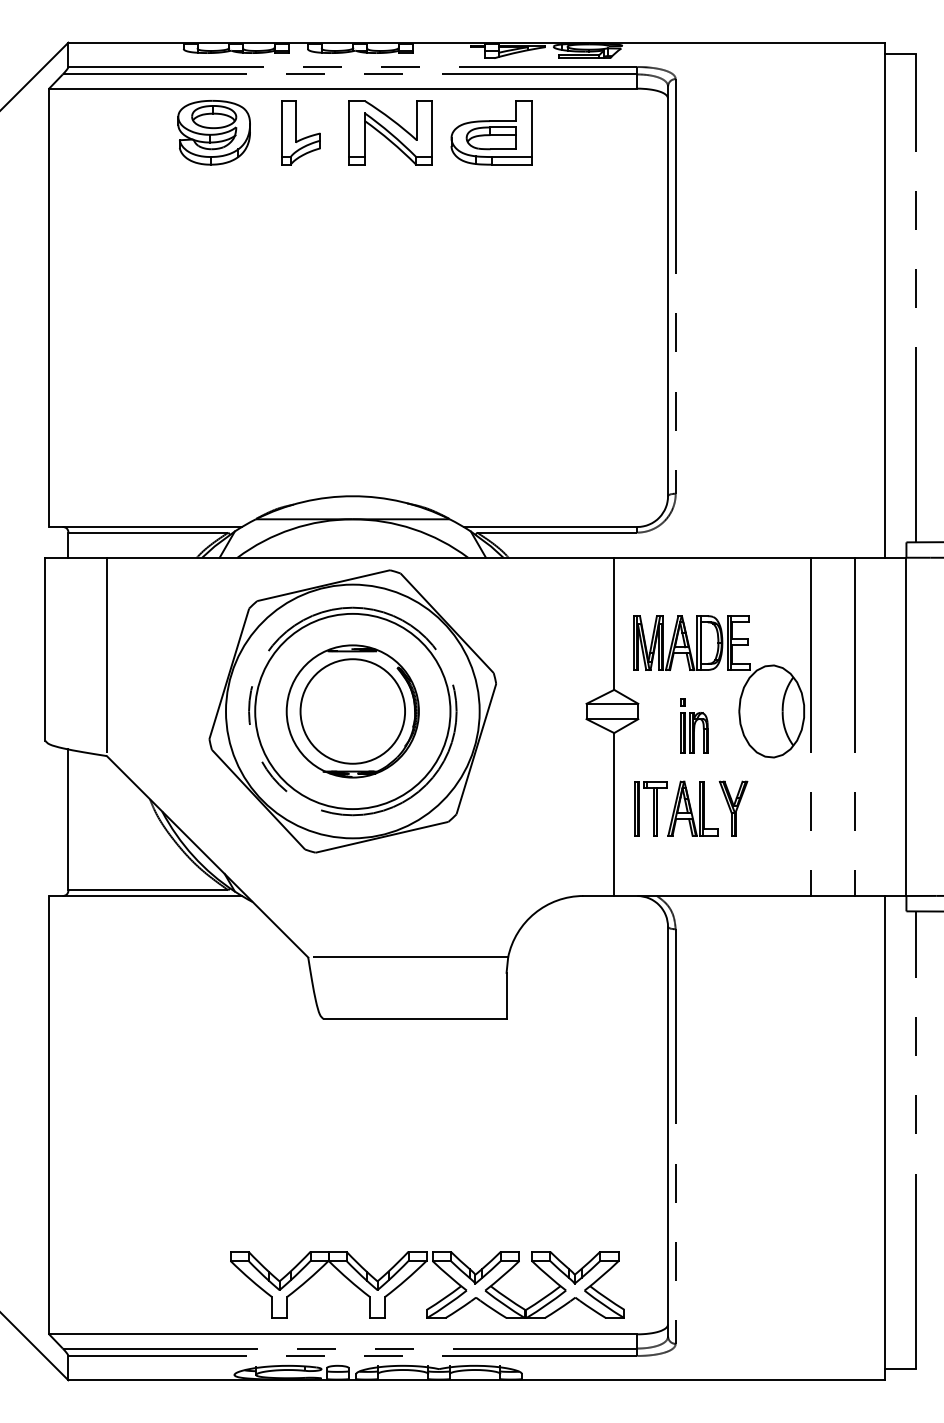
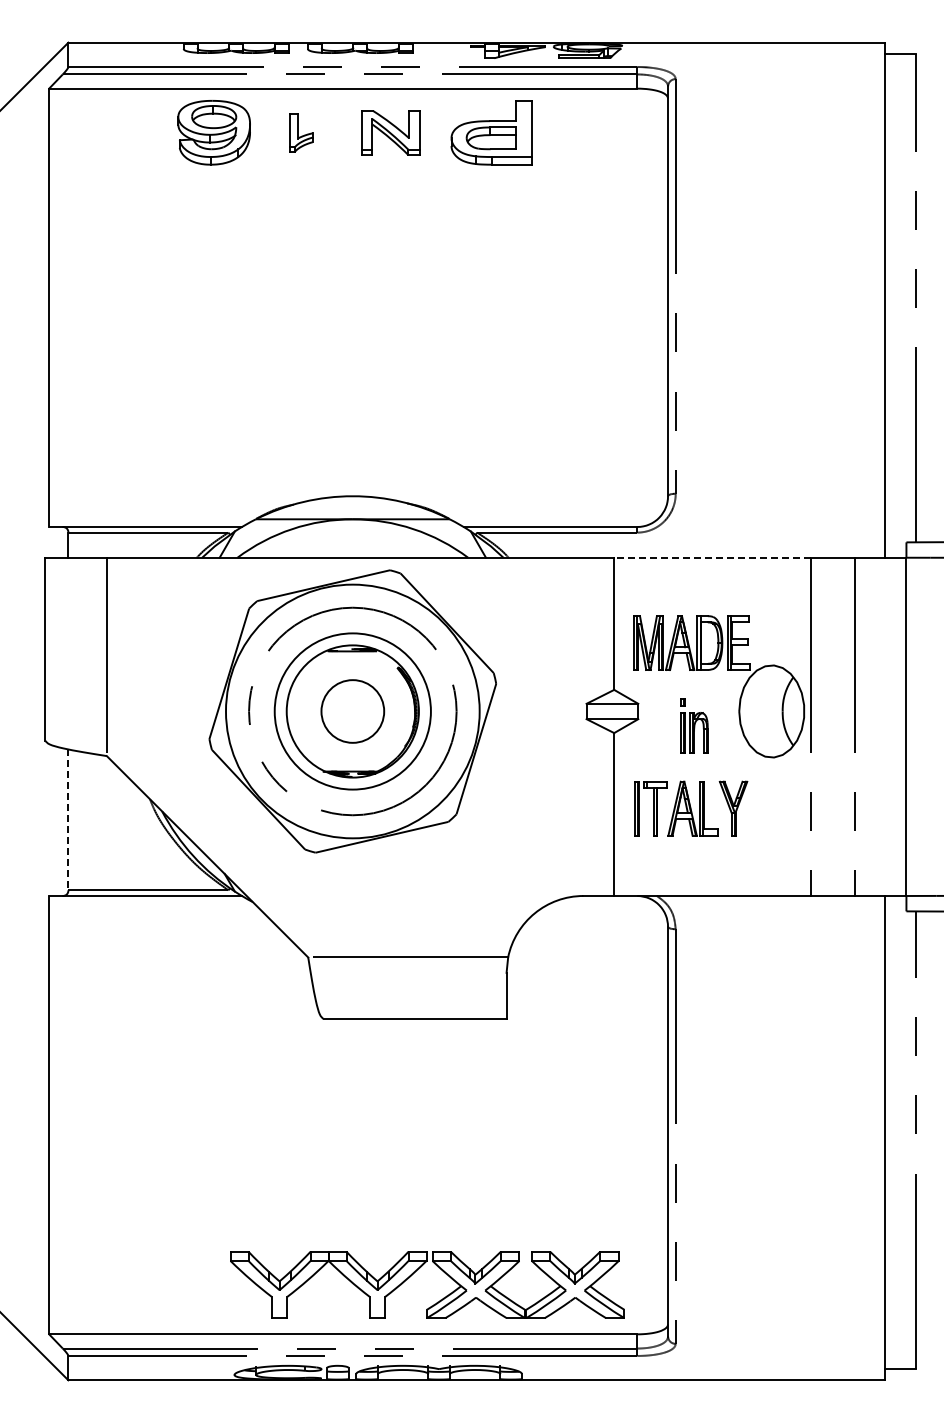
part at (300, 132) size: 40x66 px -> 25x40 px
part at (390, 132) size: 85x66 px -> 60x46 px
line at (712, 557): solid -> dashed
circle at (352, 711) diameter: 105 px -> 63 px
circle at (352, 711) diameter: 195 px -> 156 px
line at (68, 820): solid -> dashed
